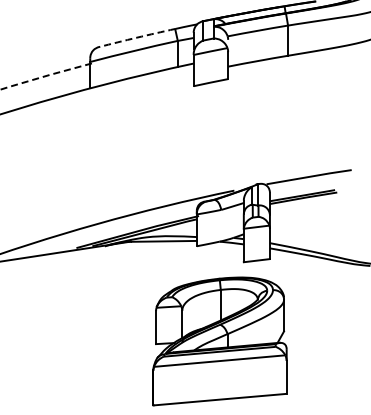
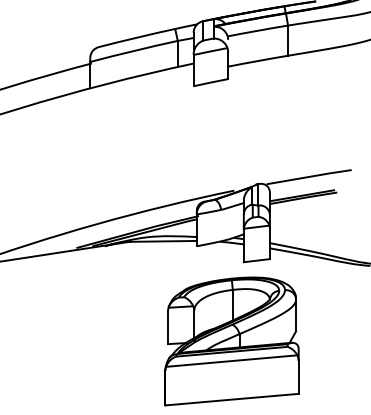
arc at (136, 37): dashed -> solid
arc at (45, 76): dashed -> solid
part at (219, 341) position: (219, 341) -> (231, 341)
